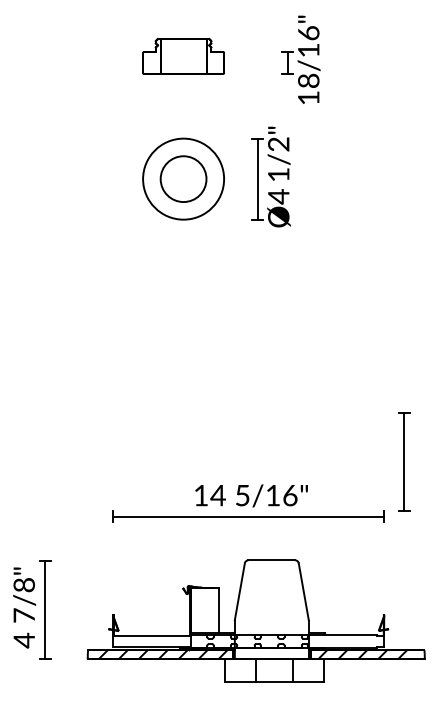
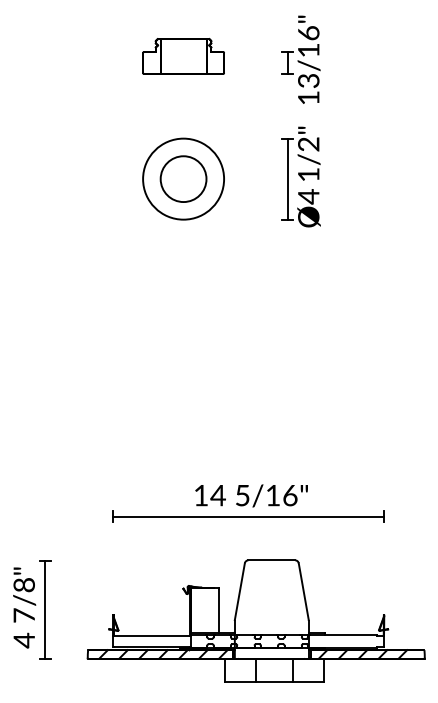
text at (308, 80): 18/16" -> 13/16"
part at (270, 176) position: (270, 176) -> (300, 176)
part at (404, 461): present -> none
